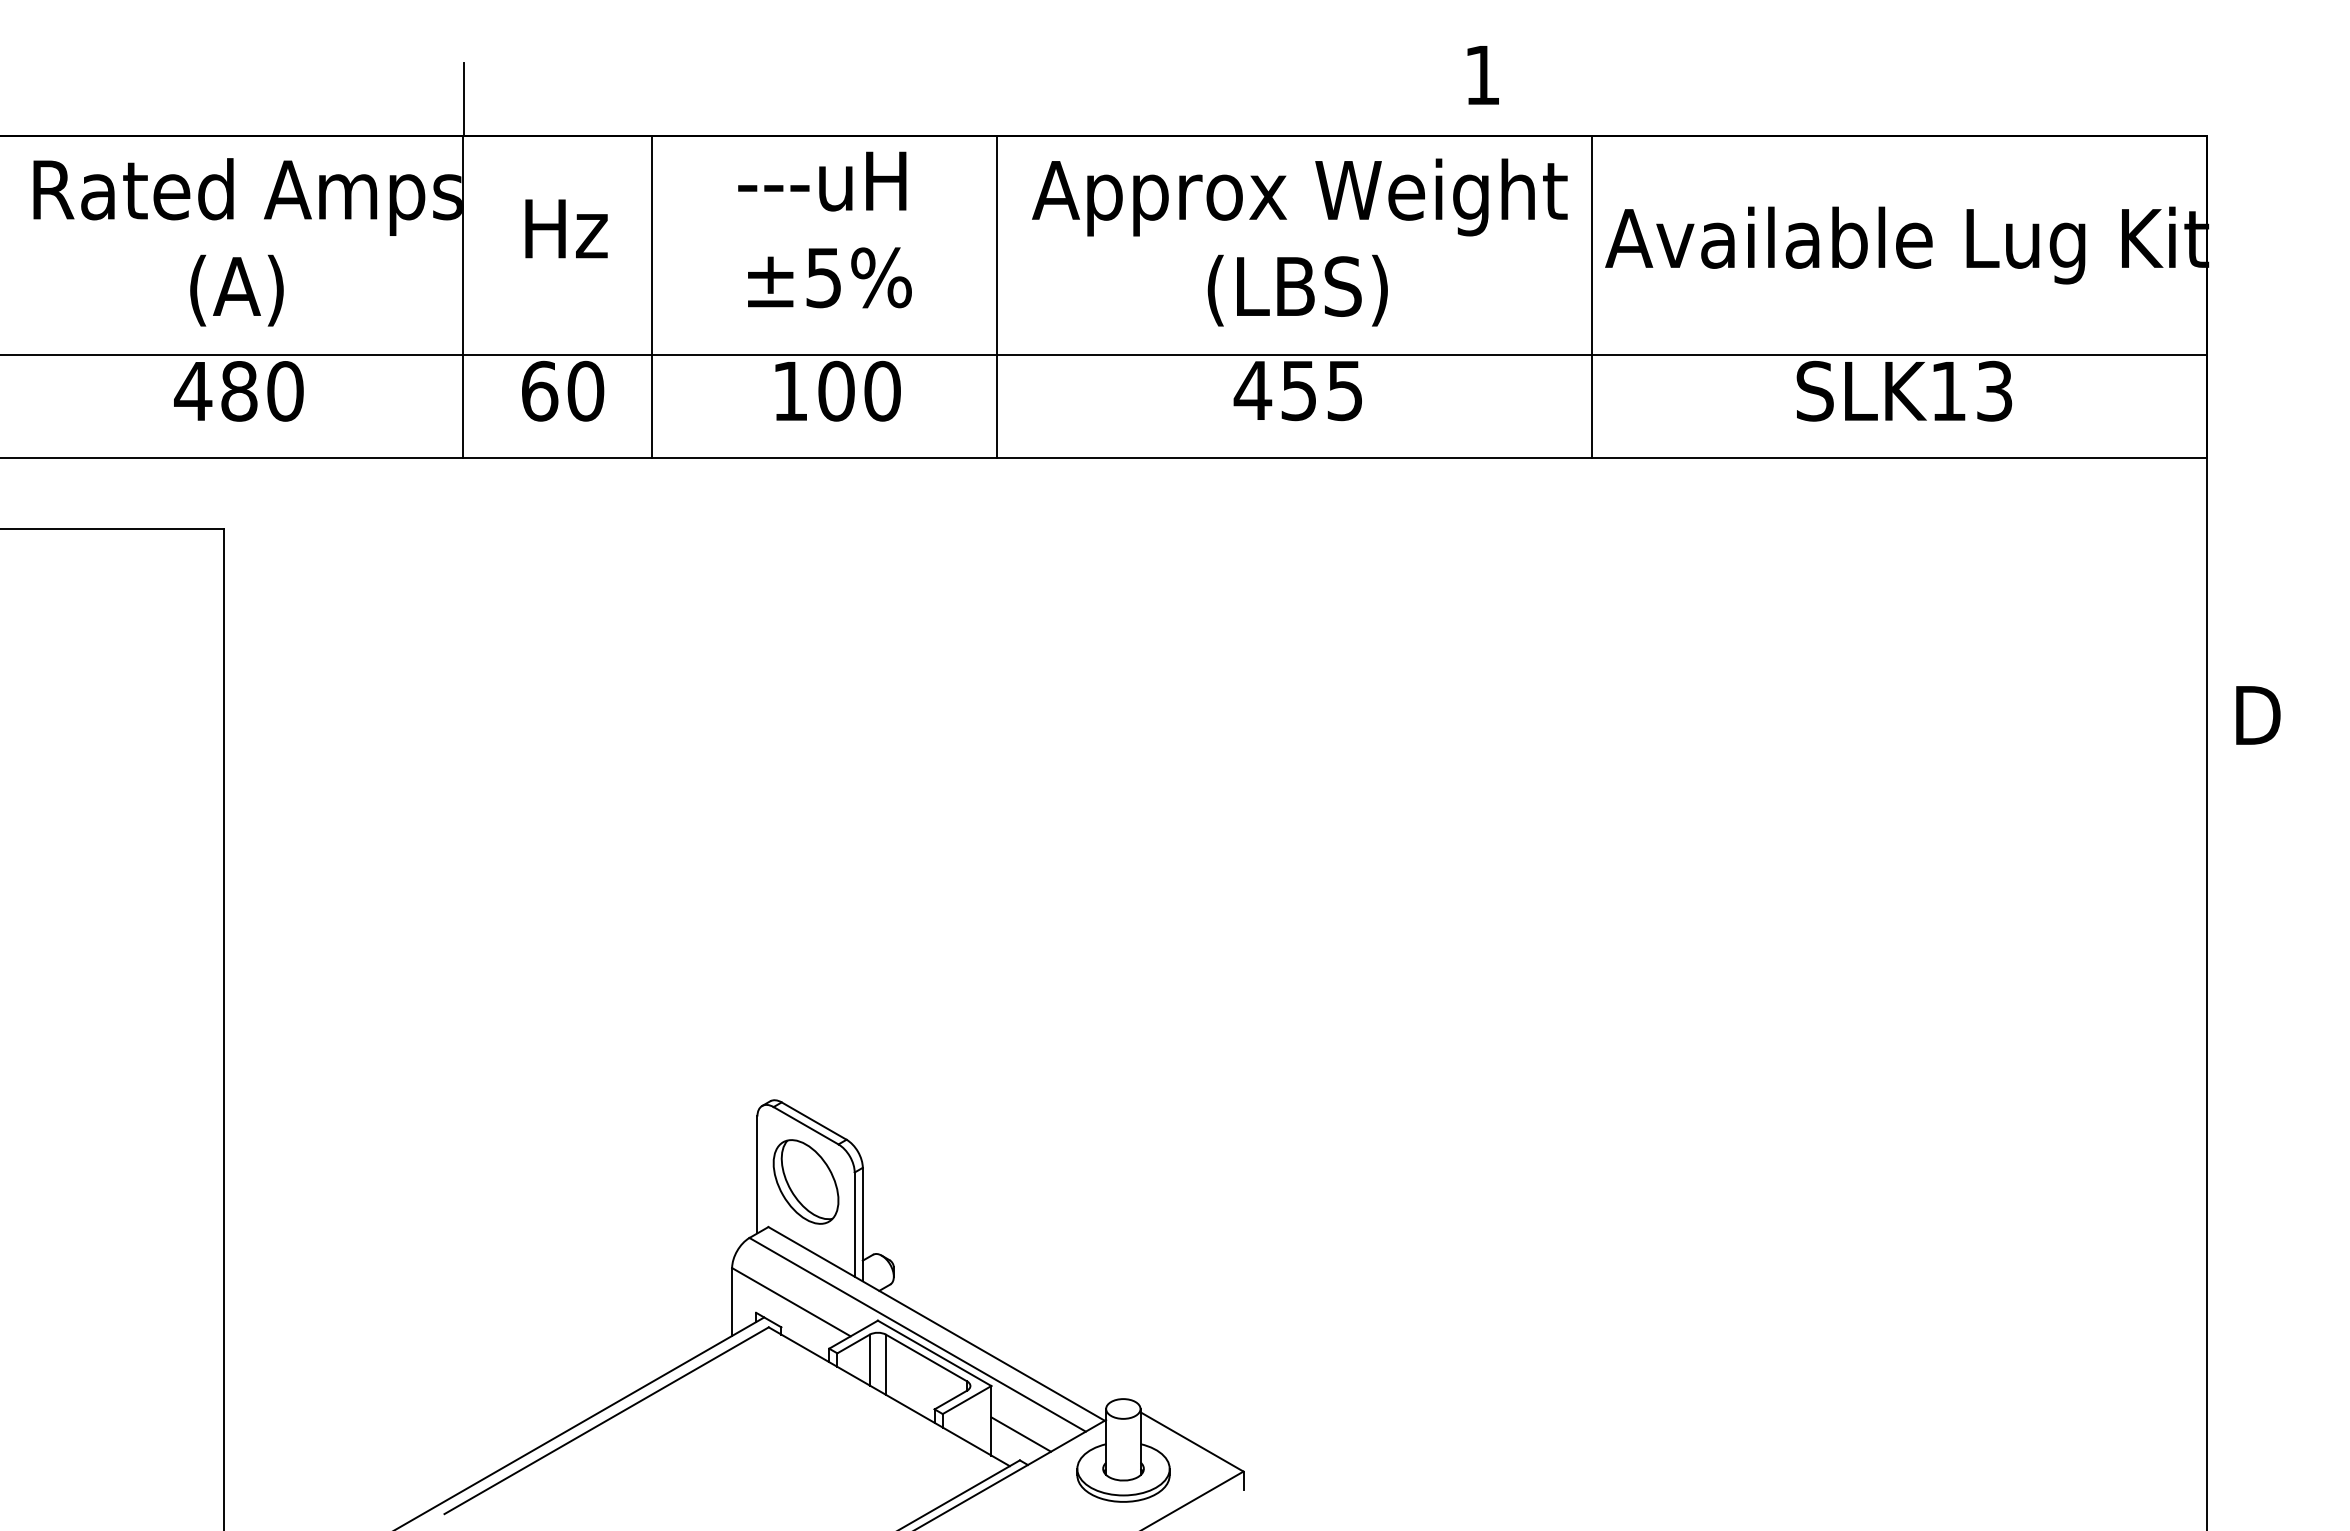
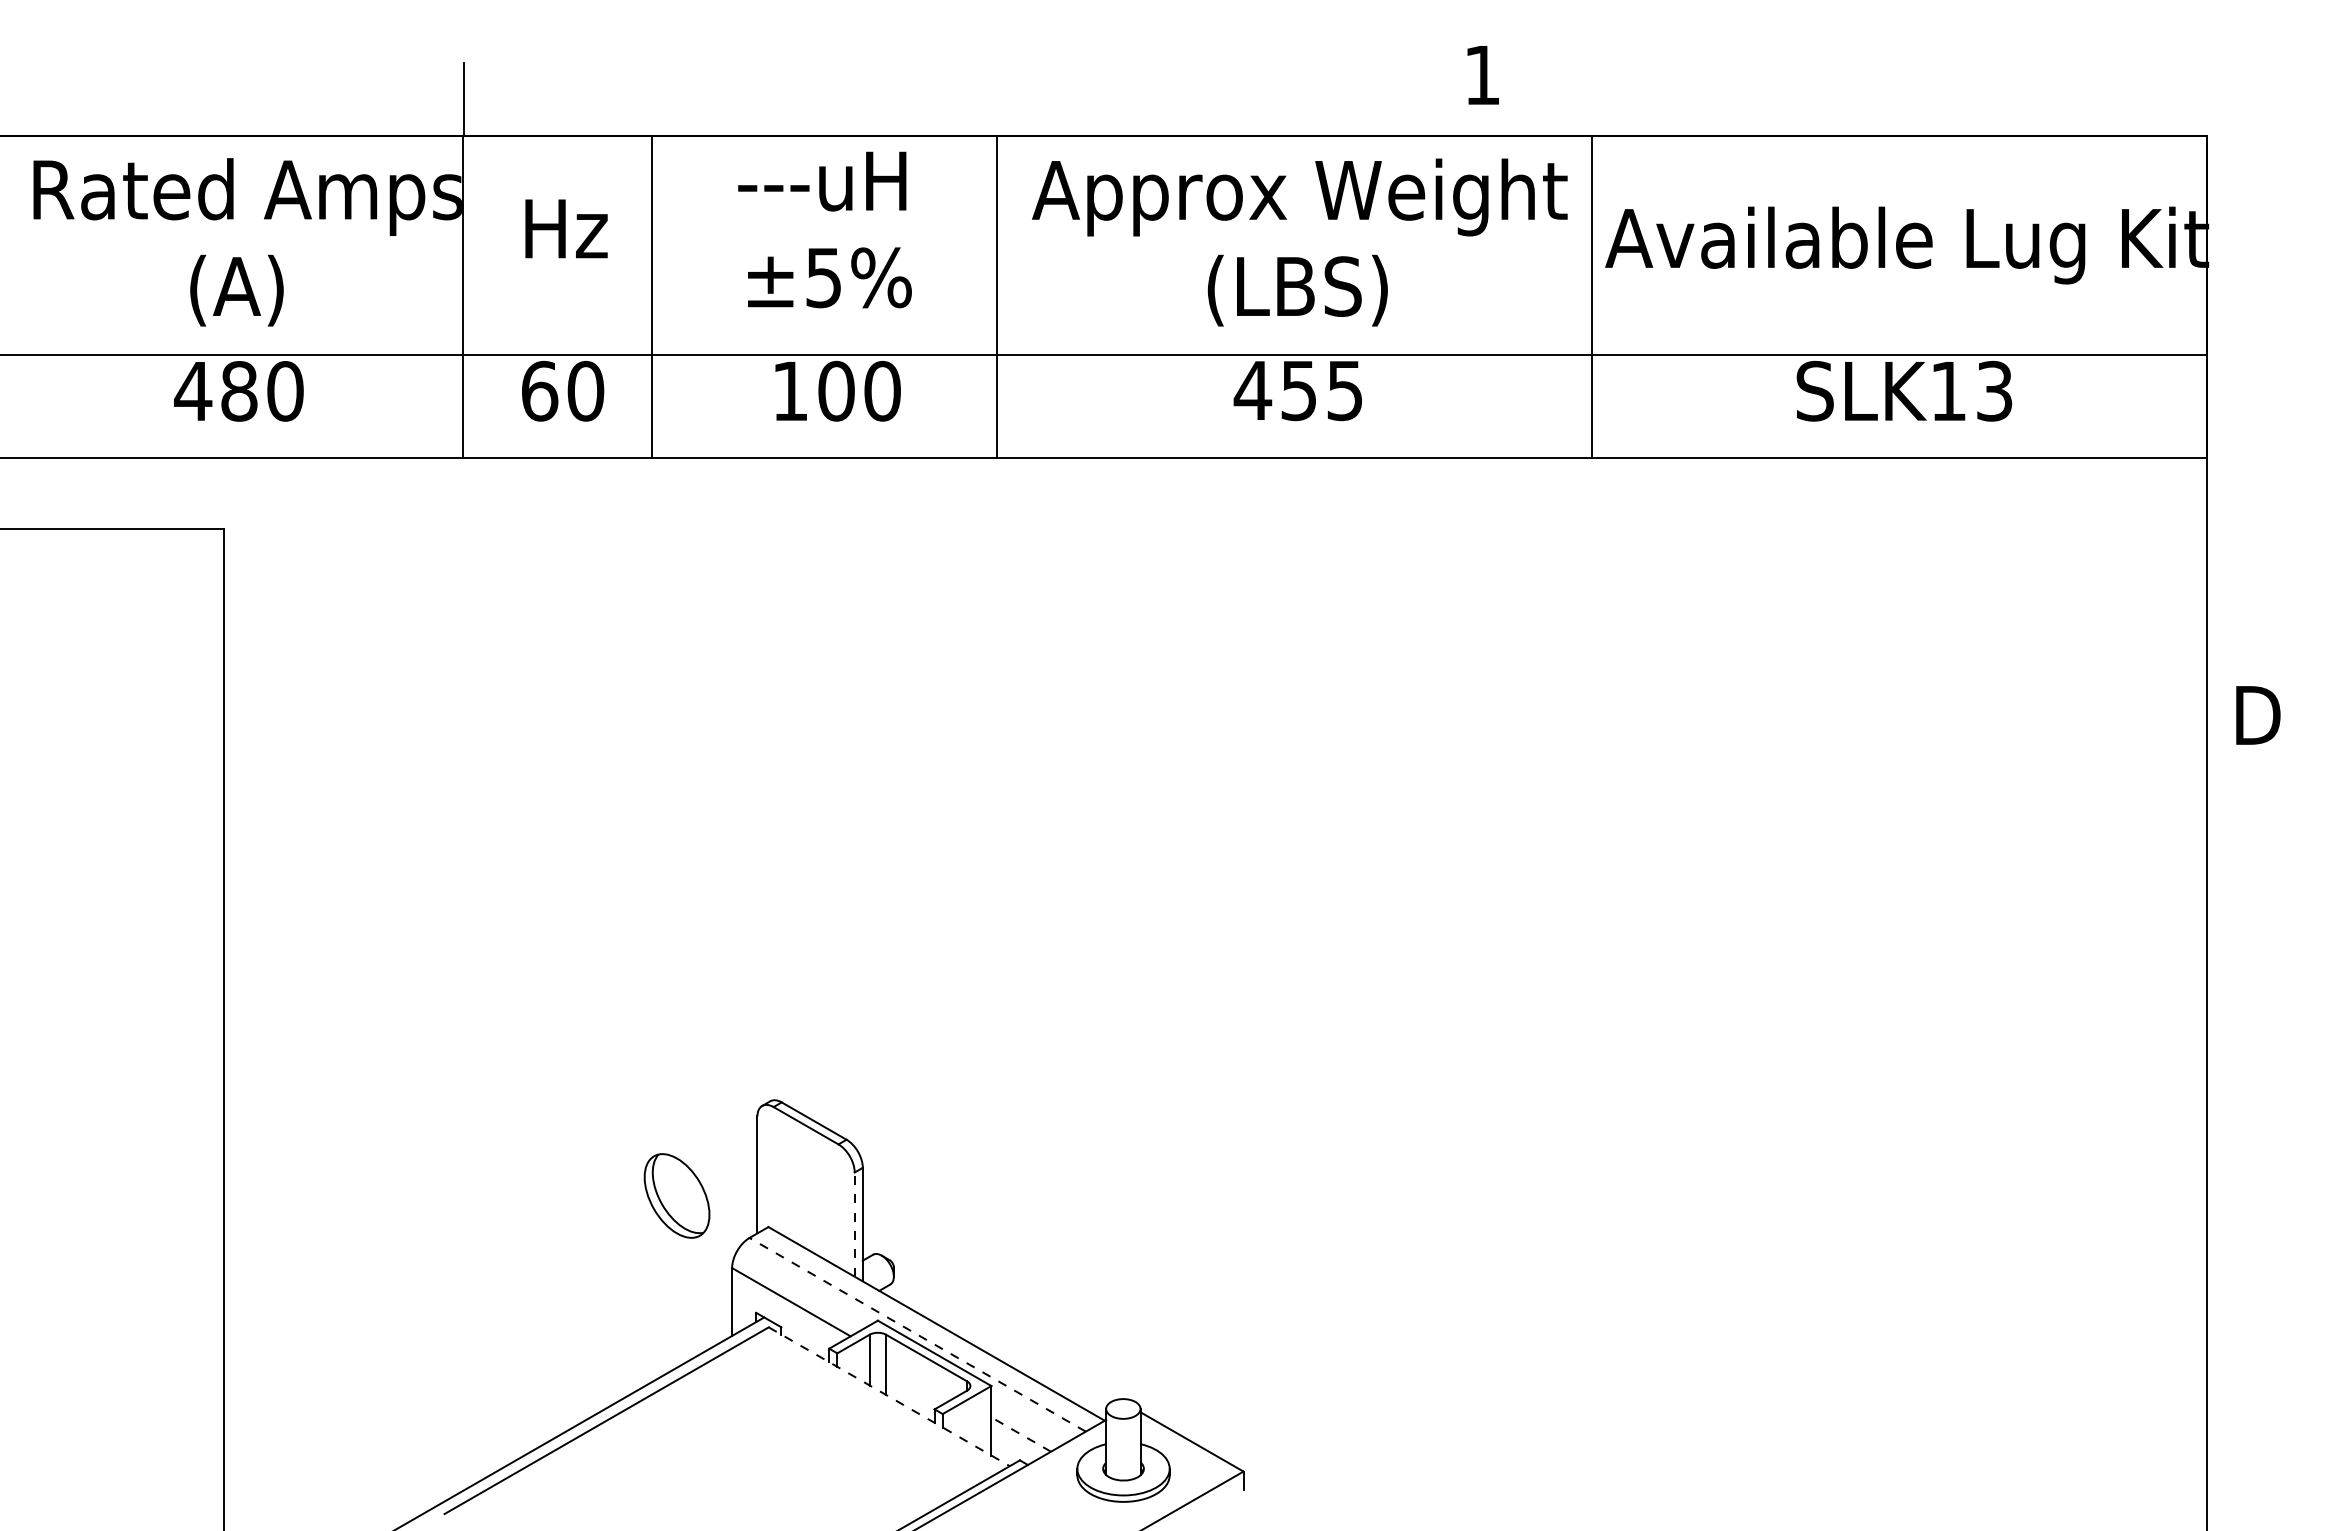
part at (805, 1181) position: (805, 1181) -> (676, 1195)
line at (854, 1224): solid -> dashed
line at (917, 1334): solid -> dashed
line at (889, 1397): solid -> dashed
line at (1020, 1434): solid -> dashed
